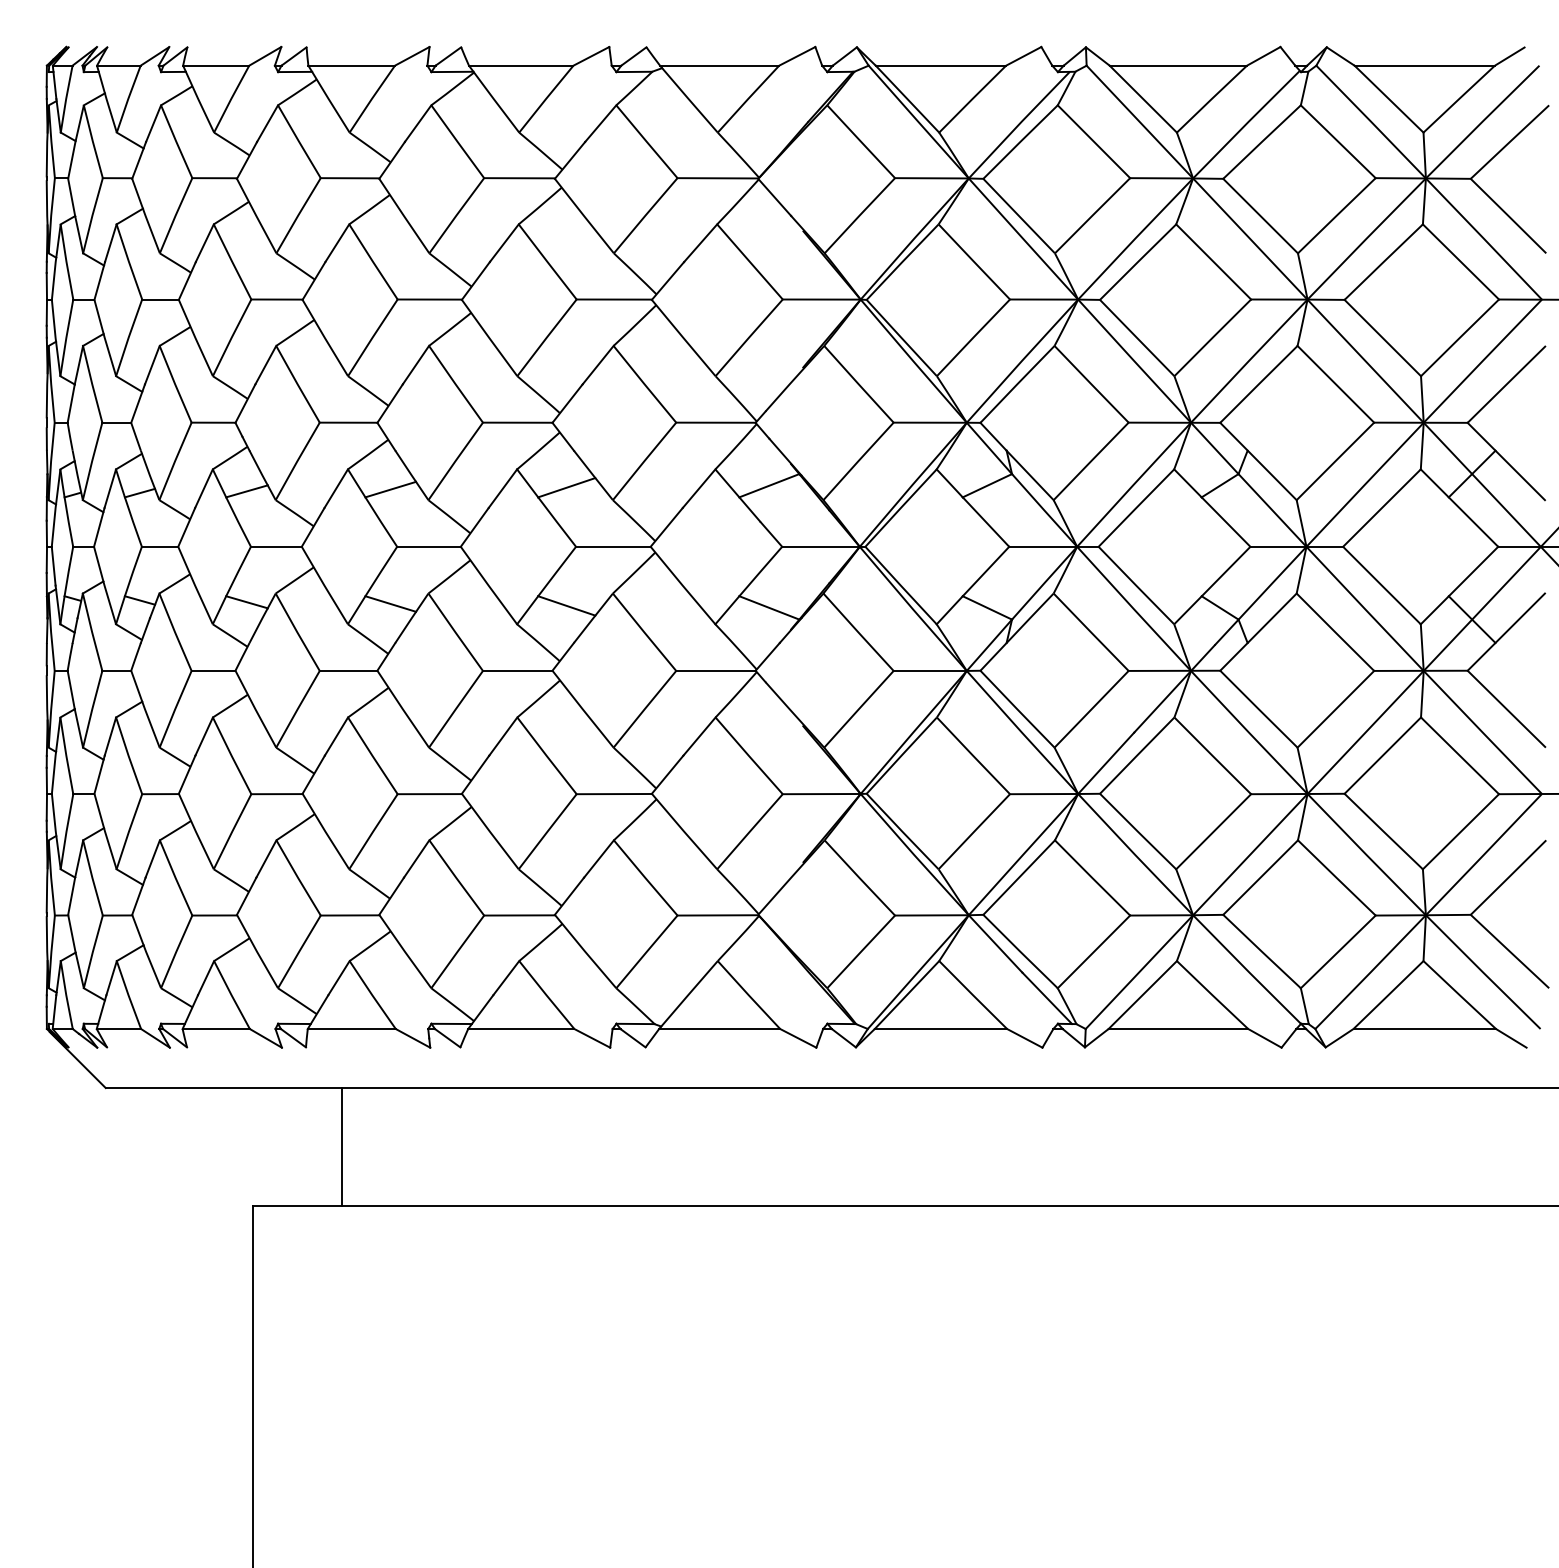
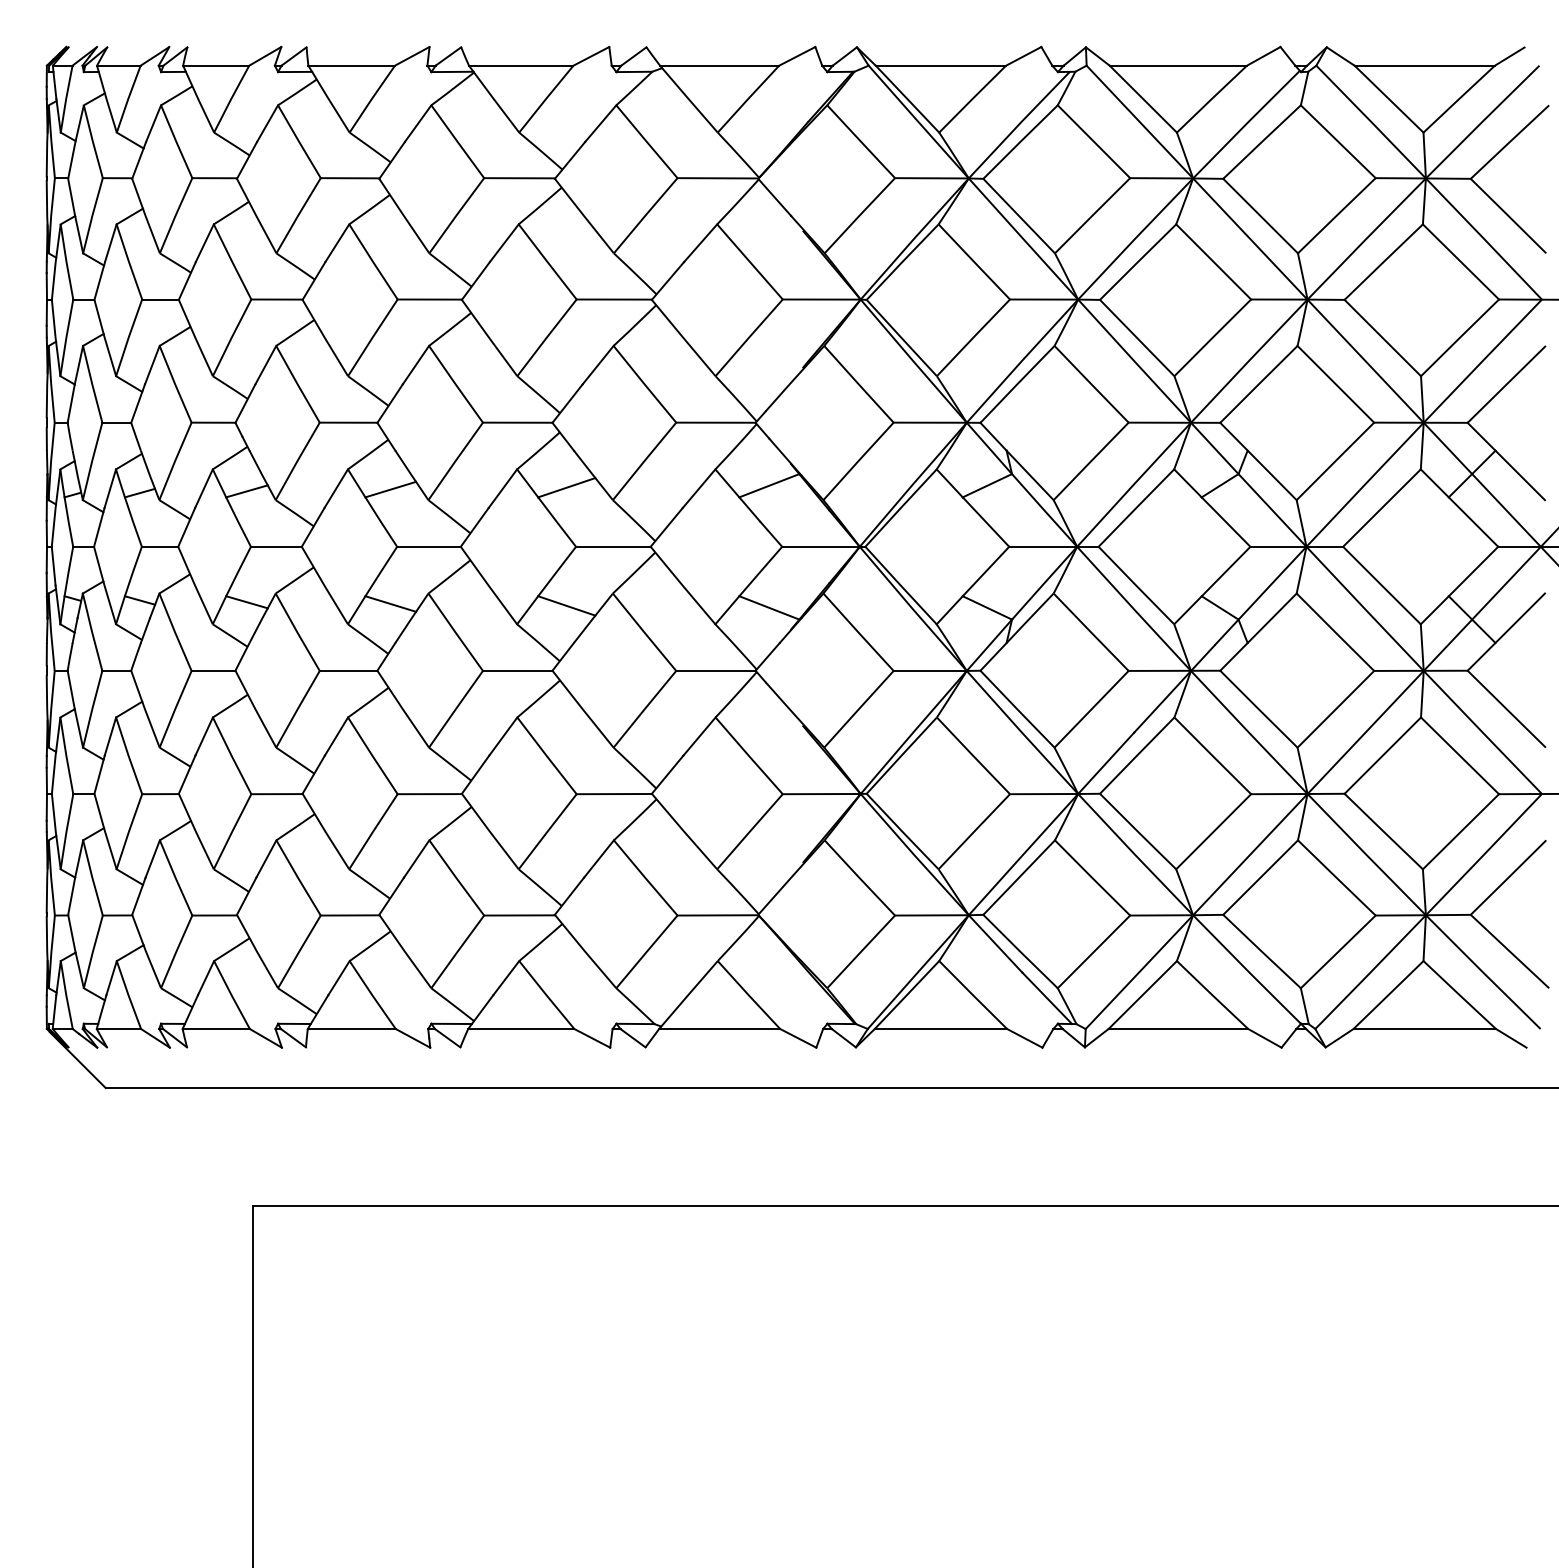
line at (341, 1146): present -> none
